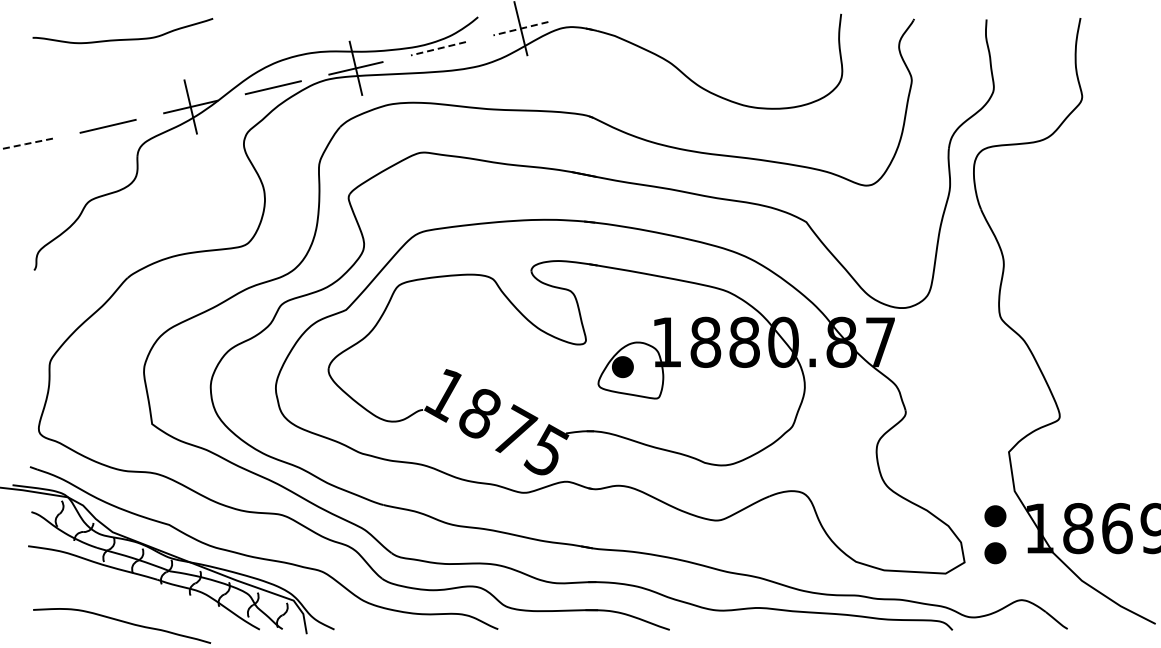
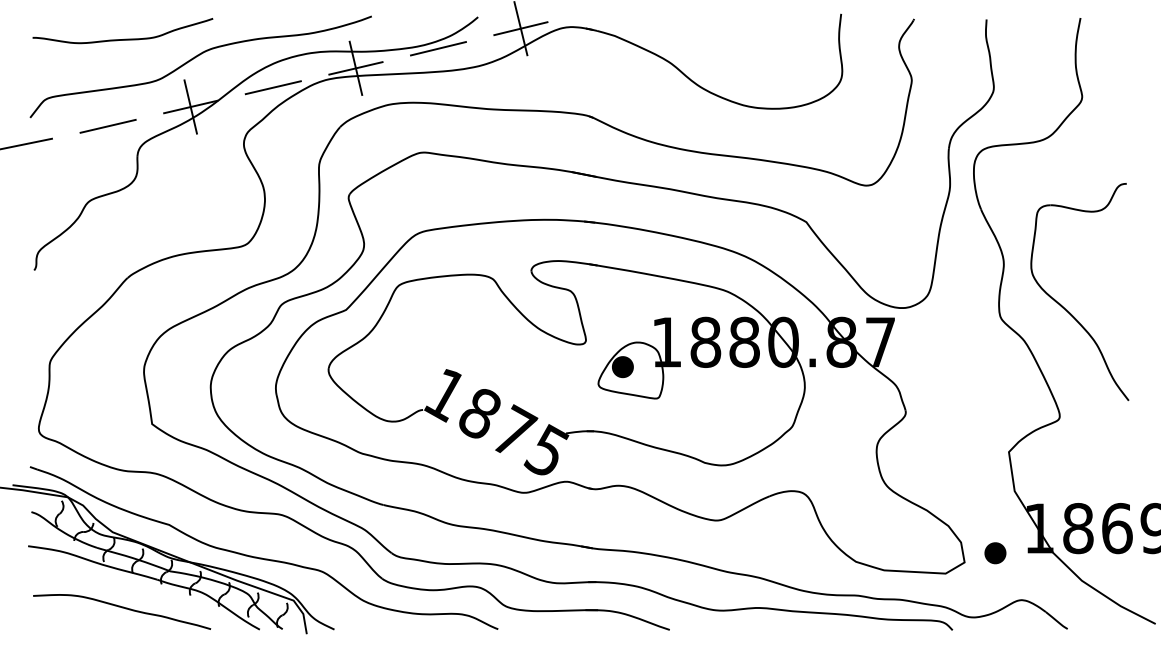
line at (520, 28): dashed -> solid
line at (437, 48): dashed -> solid
curve at (195, 58): none -> present
line at (26, 144): dashed -> solid
part at (1064, 307): none -> present
part at (995, 516): present -> none
curve at (122, 622) position: (122, 622) -> (122, 608)
